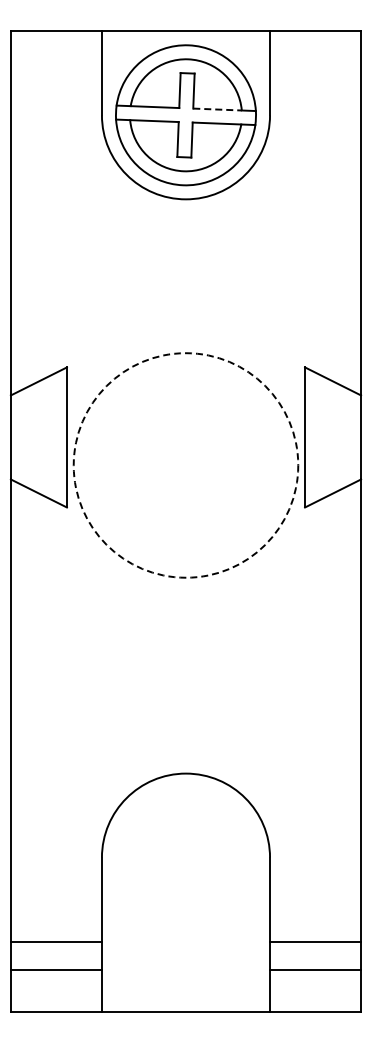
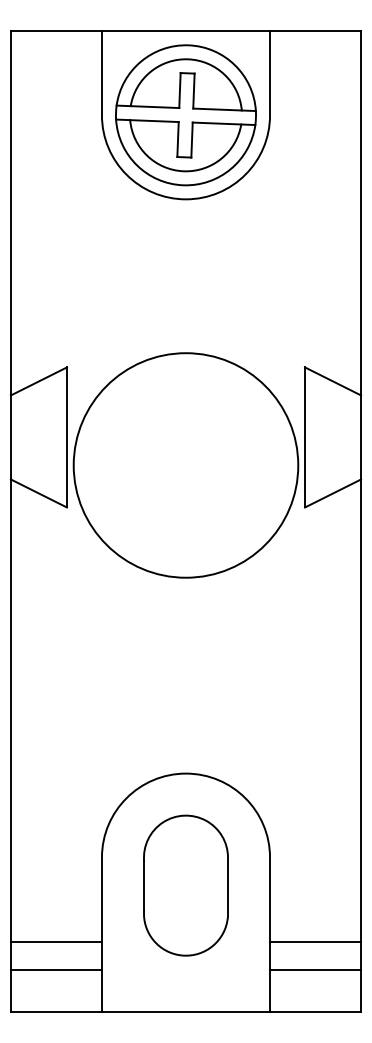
line at (218, 109): dashed -> solid
circle at (185, 465): dashed -> solid
part at (185, 885): none -> present
